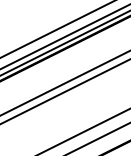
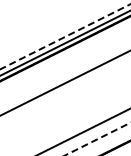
line at (56, 29): present -> none
line at (65, 36): solid -> dashed
line at (64, 91): present -> none
line at (97, 139): solid -> dashed
